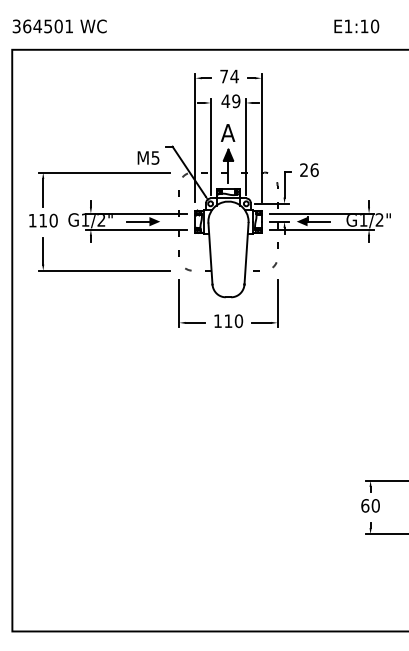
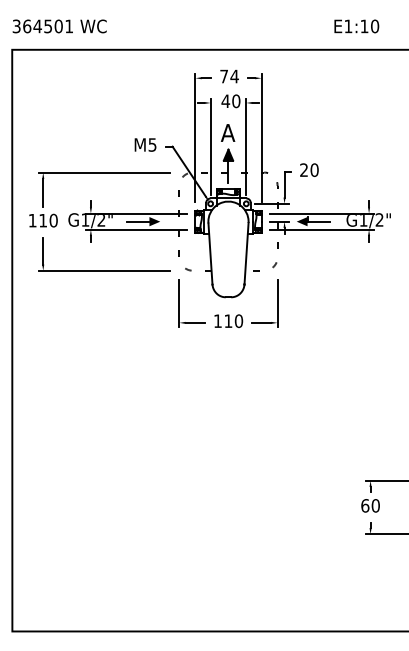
text at (236, 101): 49 -> 40
text at (148, 157) position: (148, 157) -> (145, 144)
text at (314, 169): 26 -> 20
